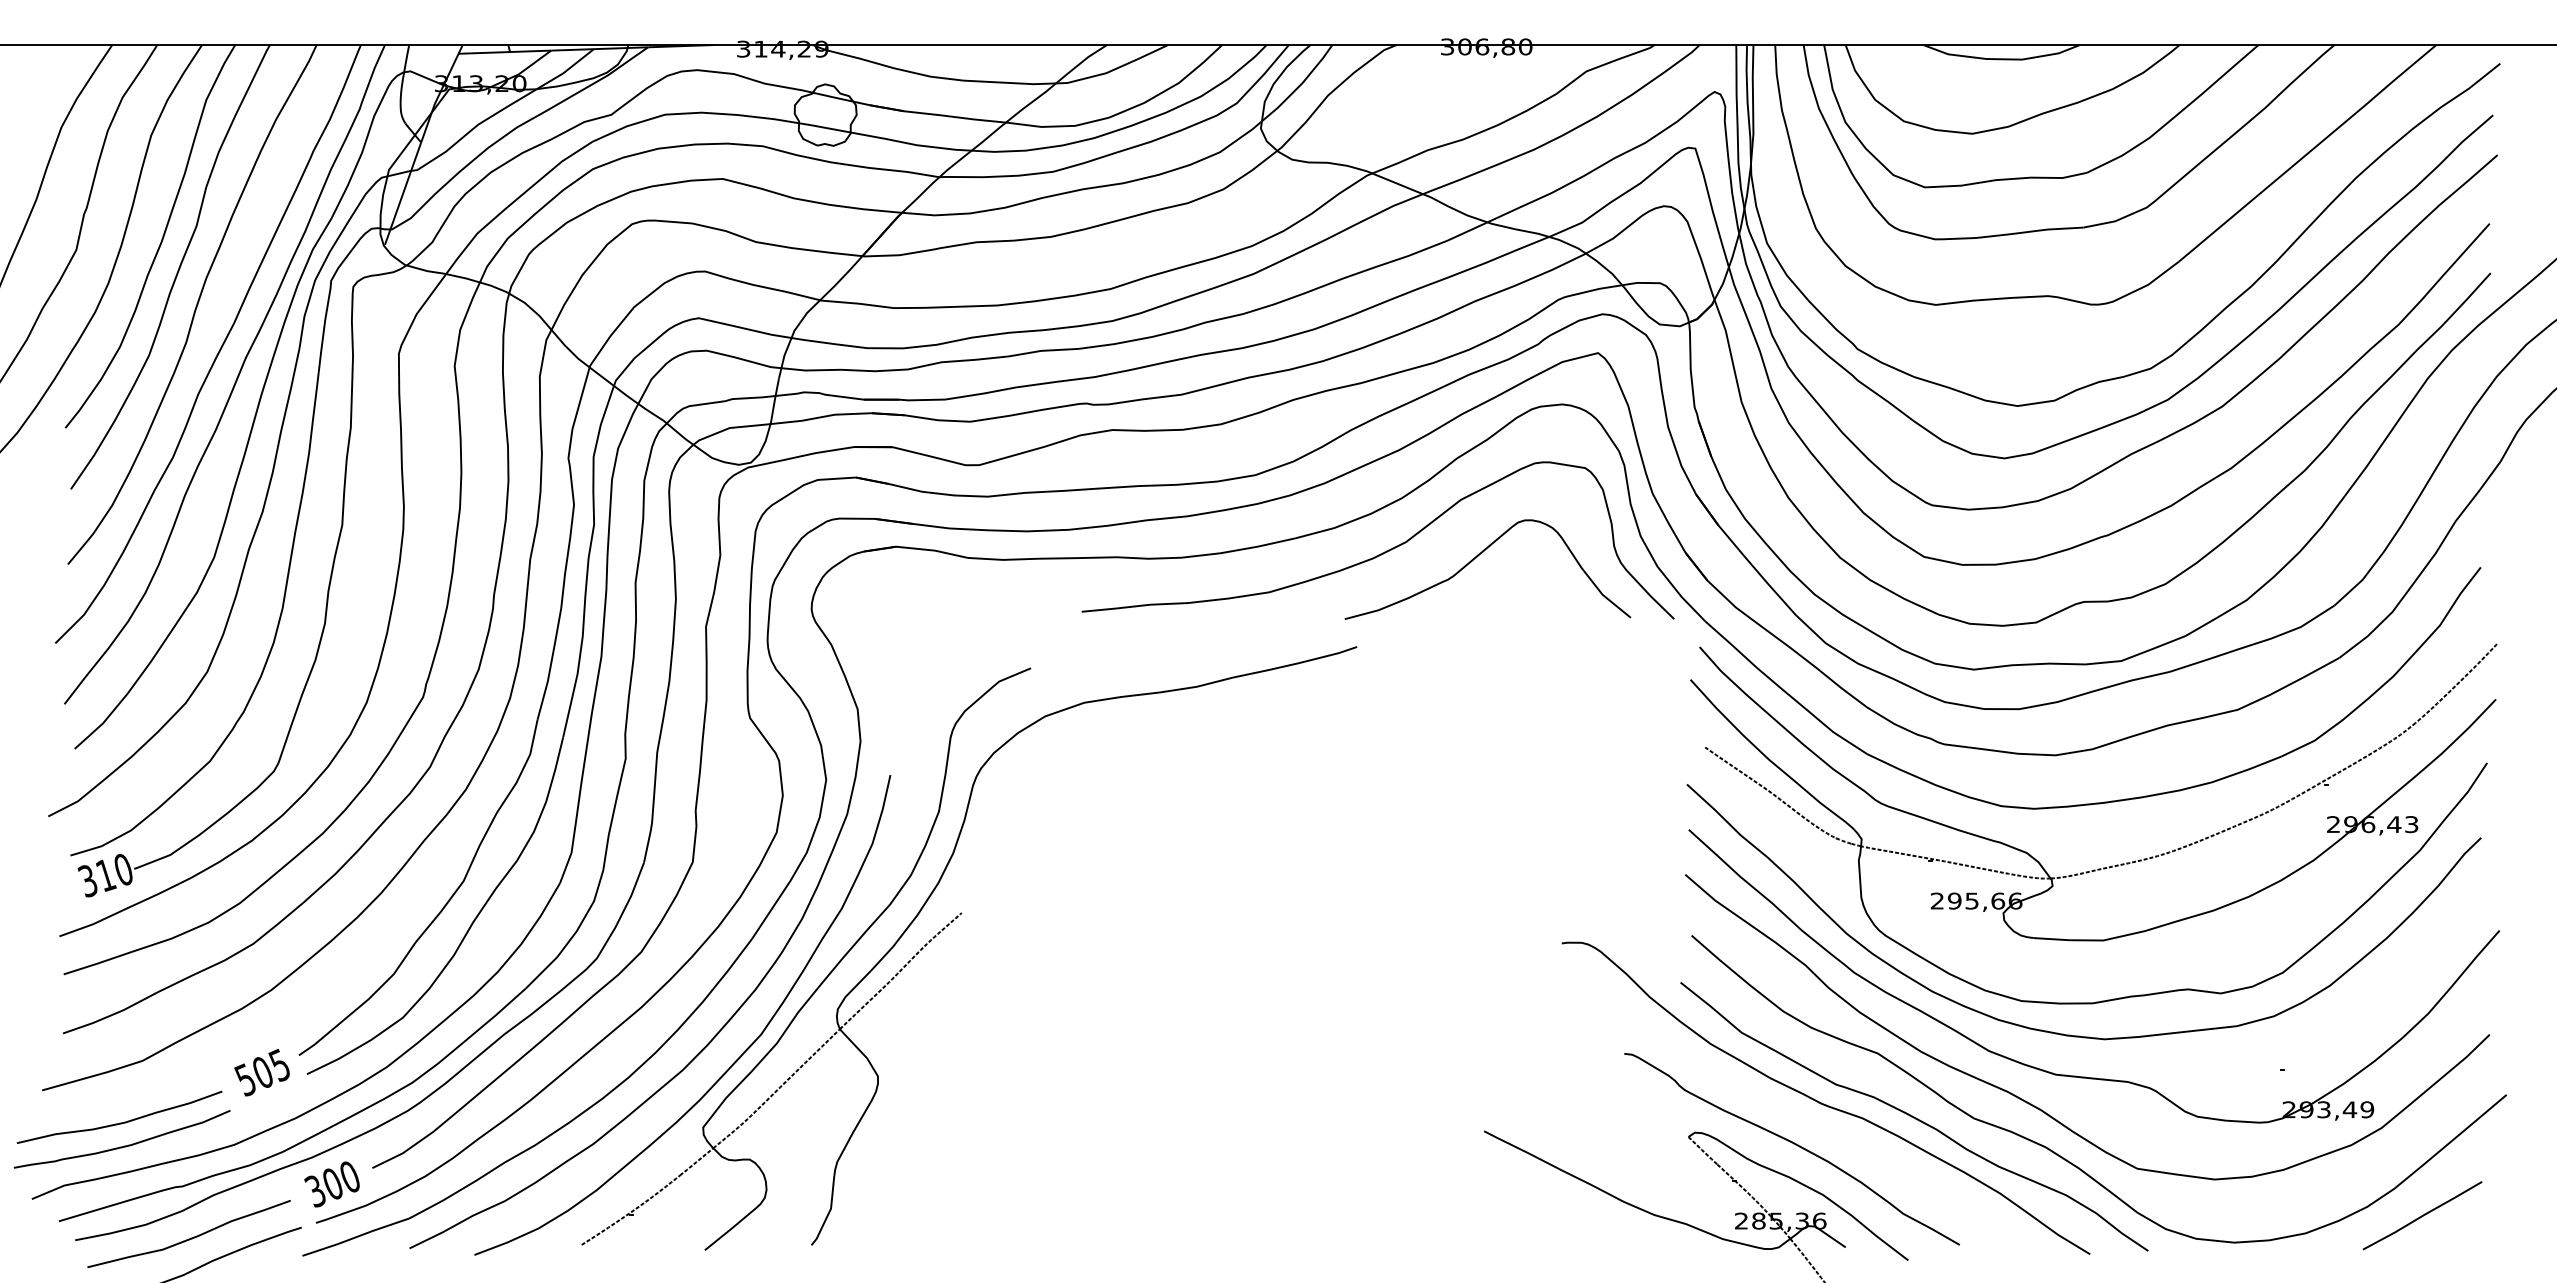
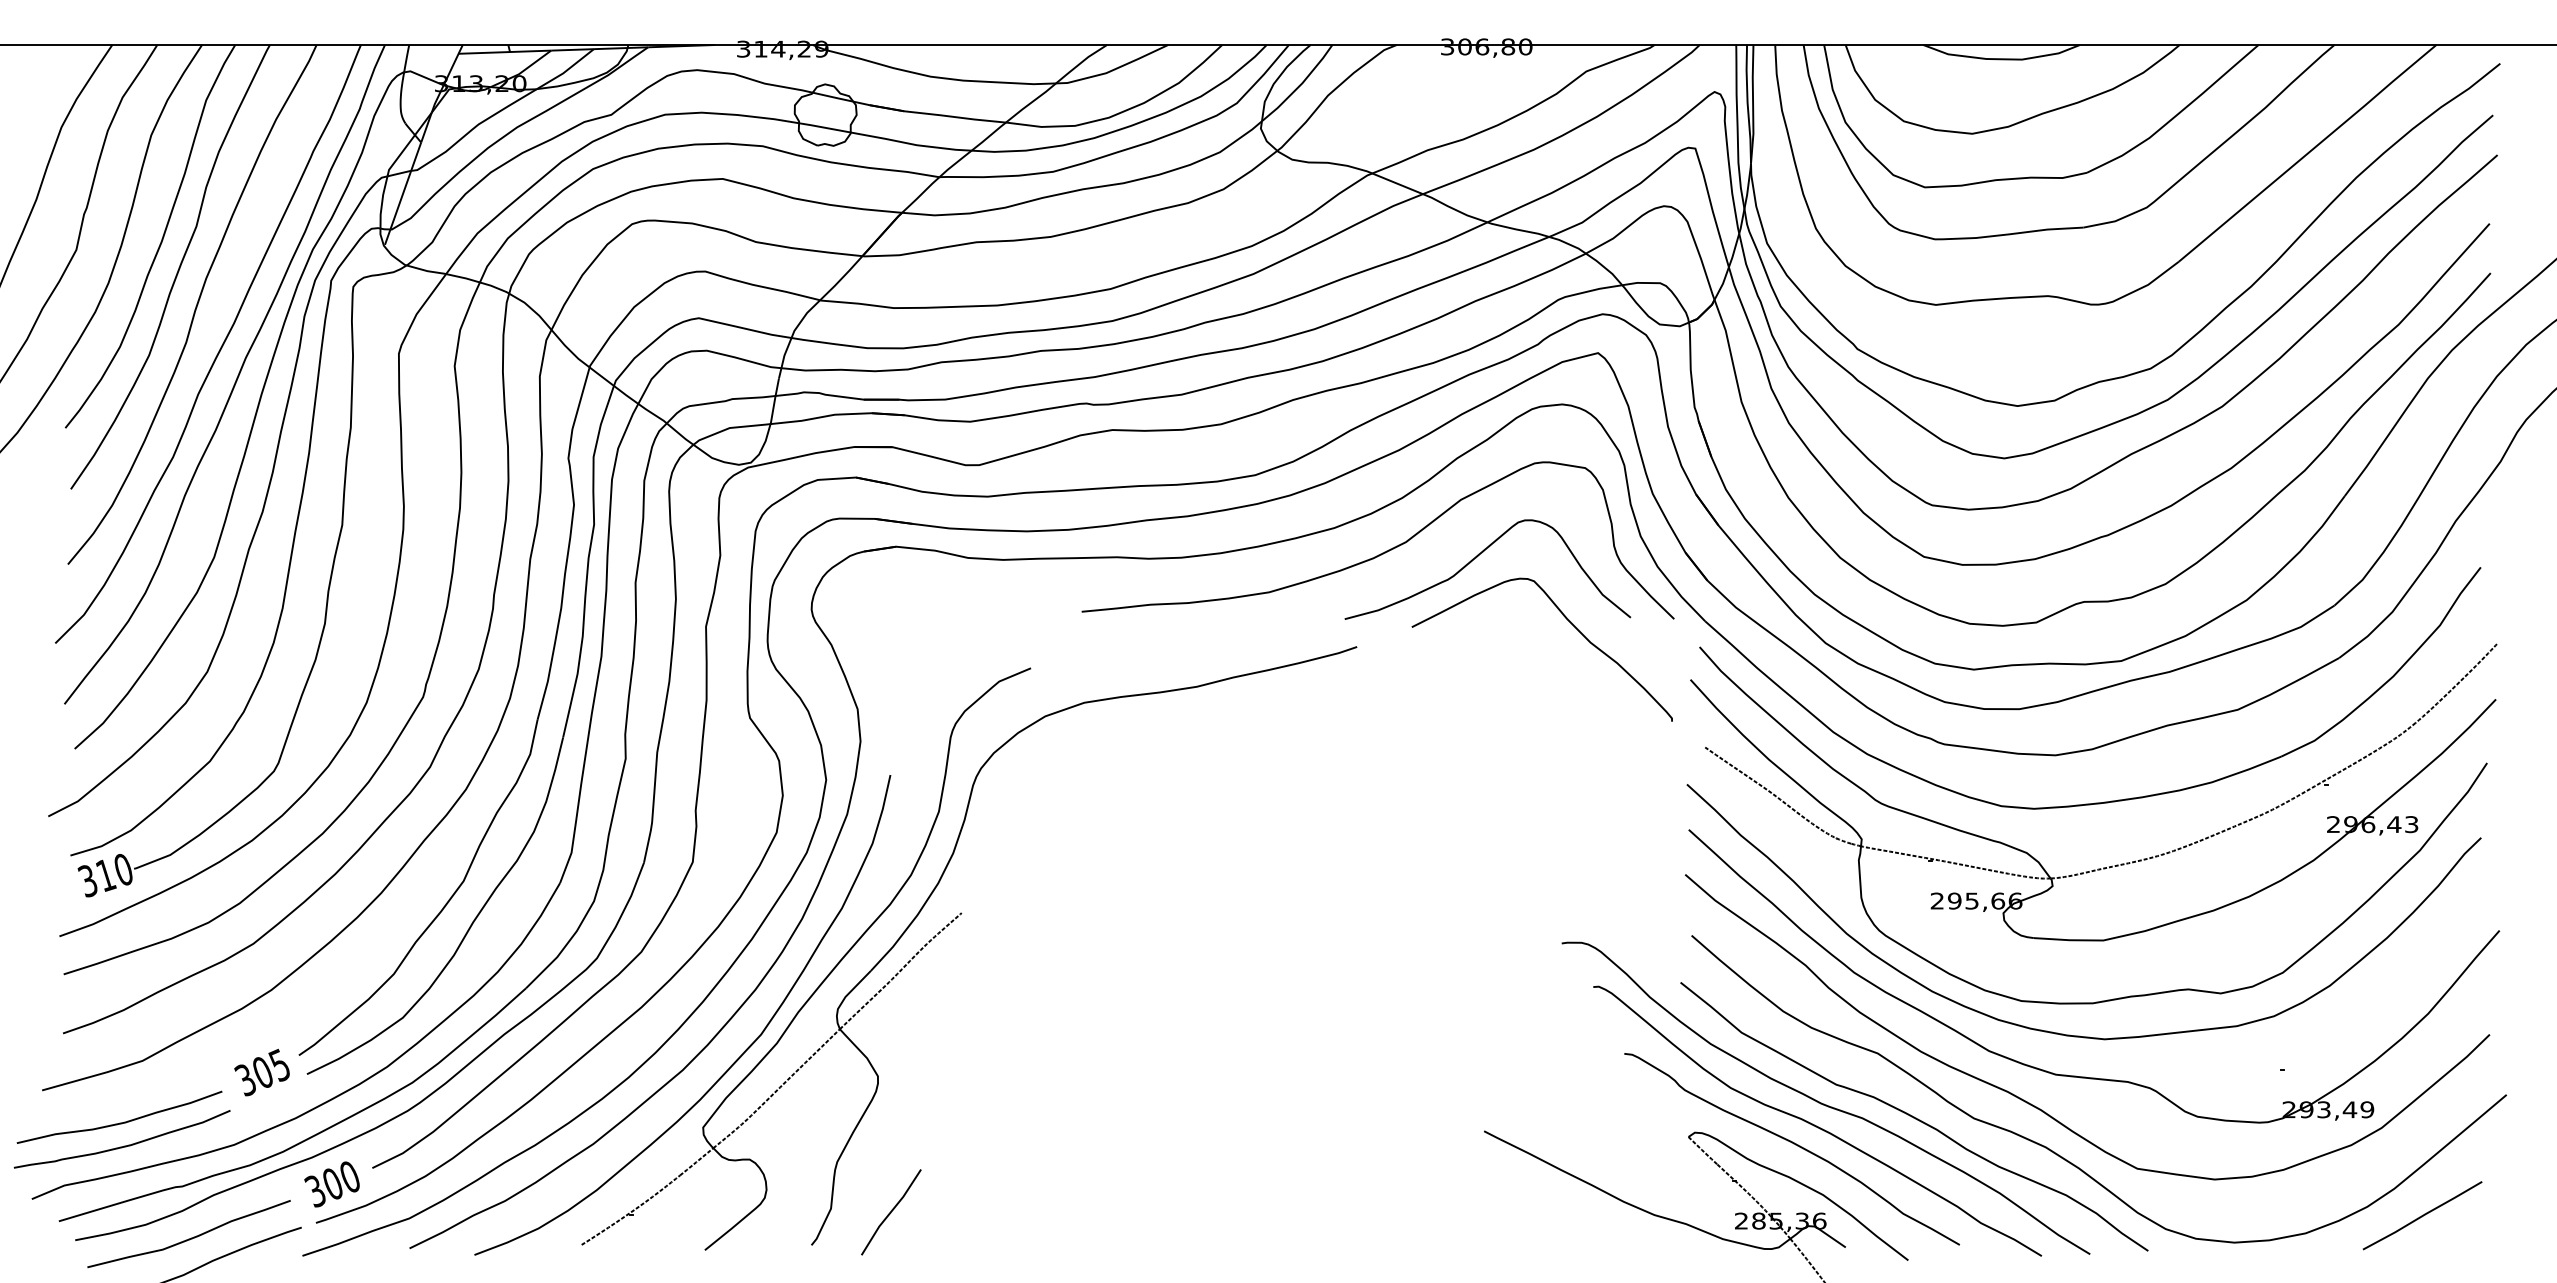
curve at (1568, 621): none -> present
text at (244, 1079): 505 -> 305
curve at (1814, 1124): none -> present
line at (891, 1212): none -> present
